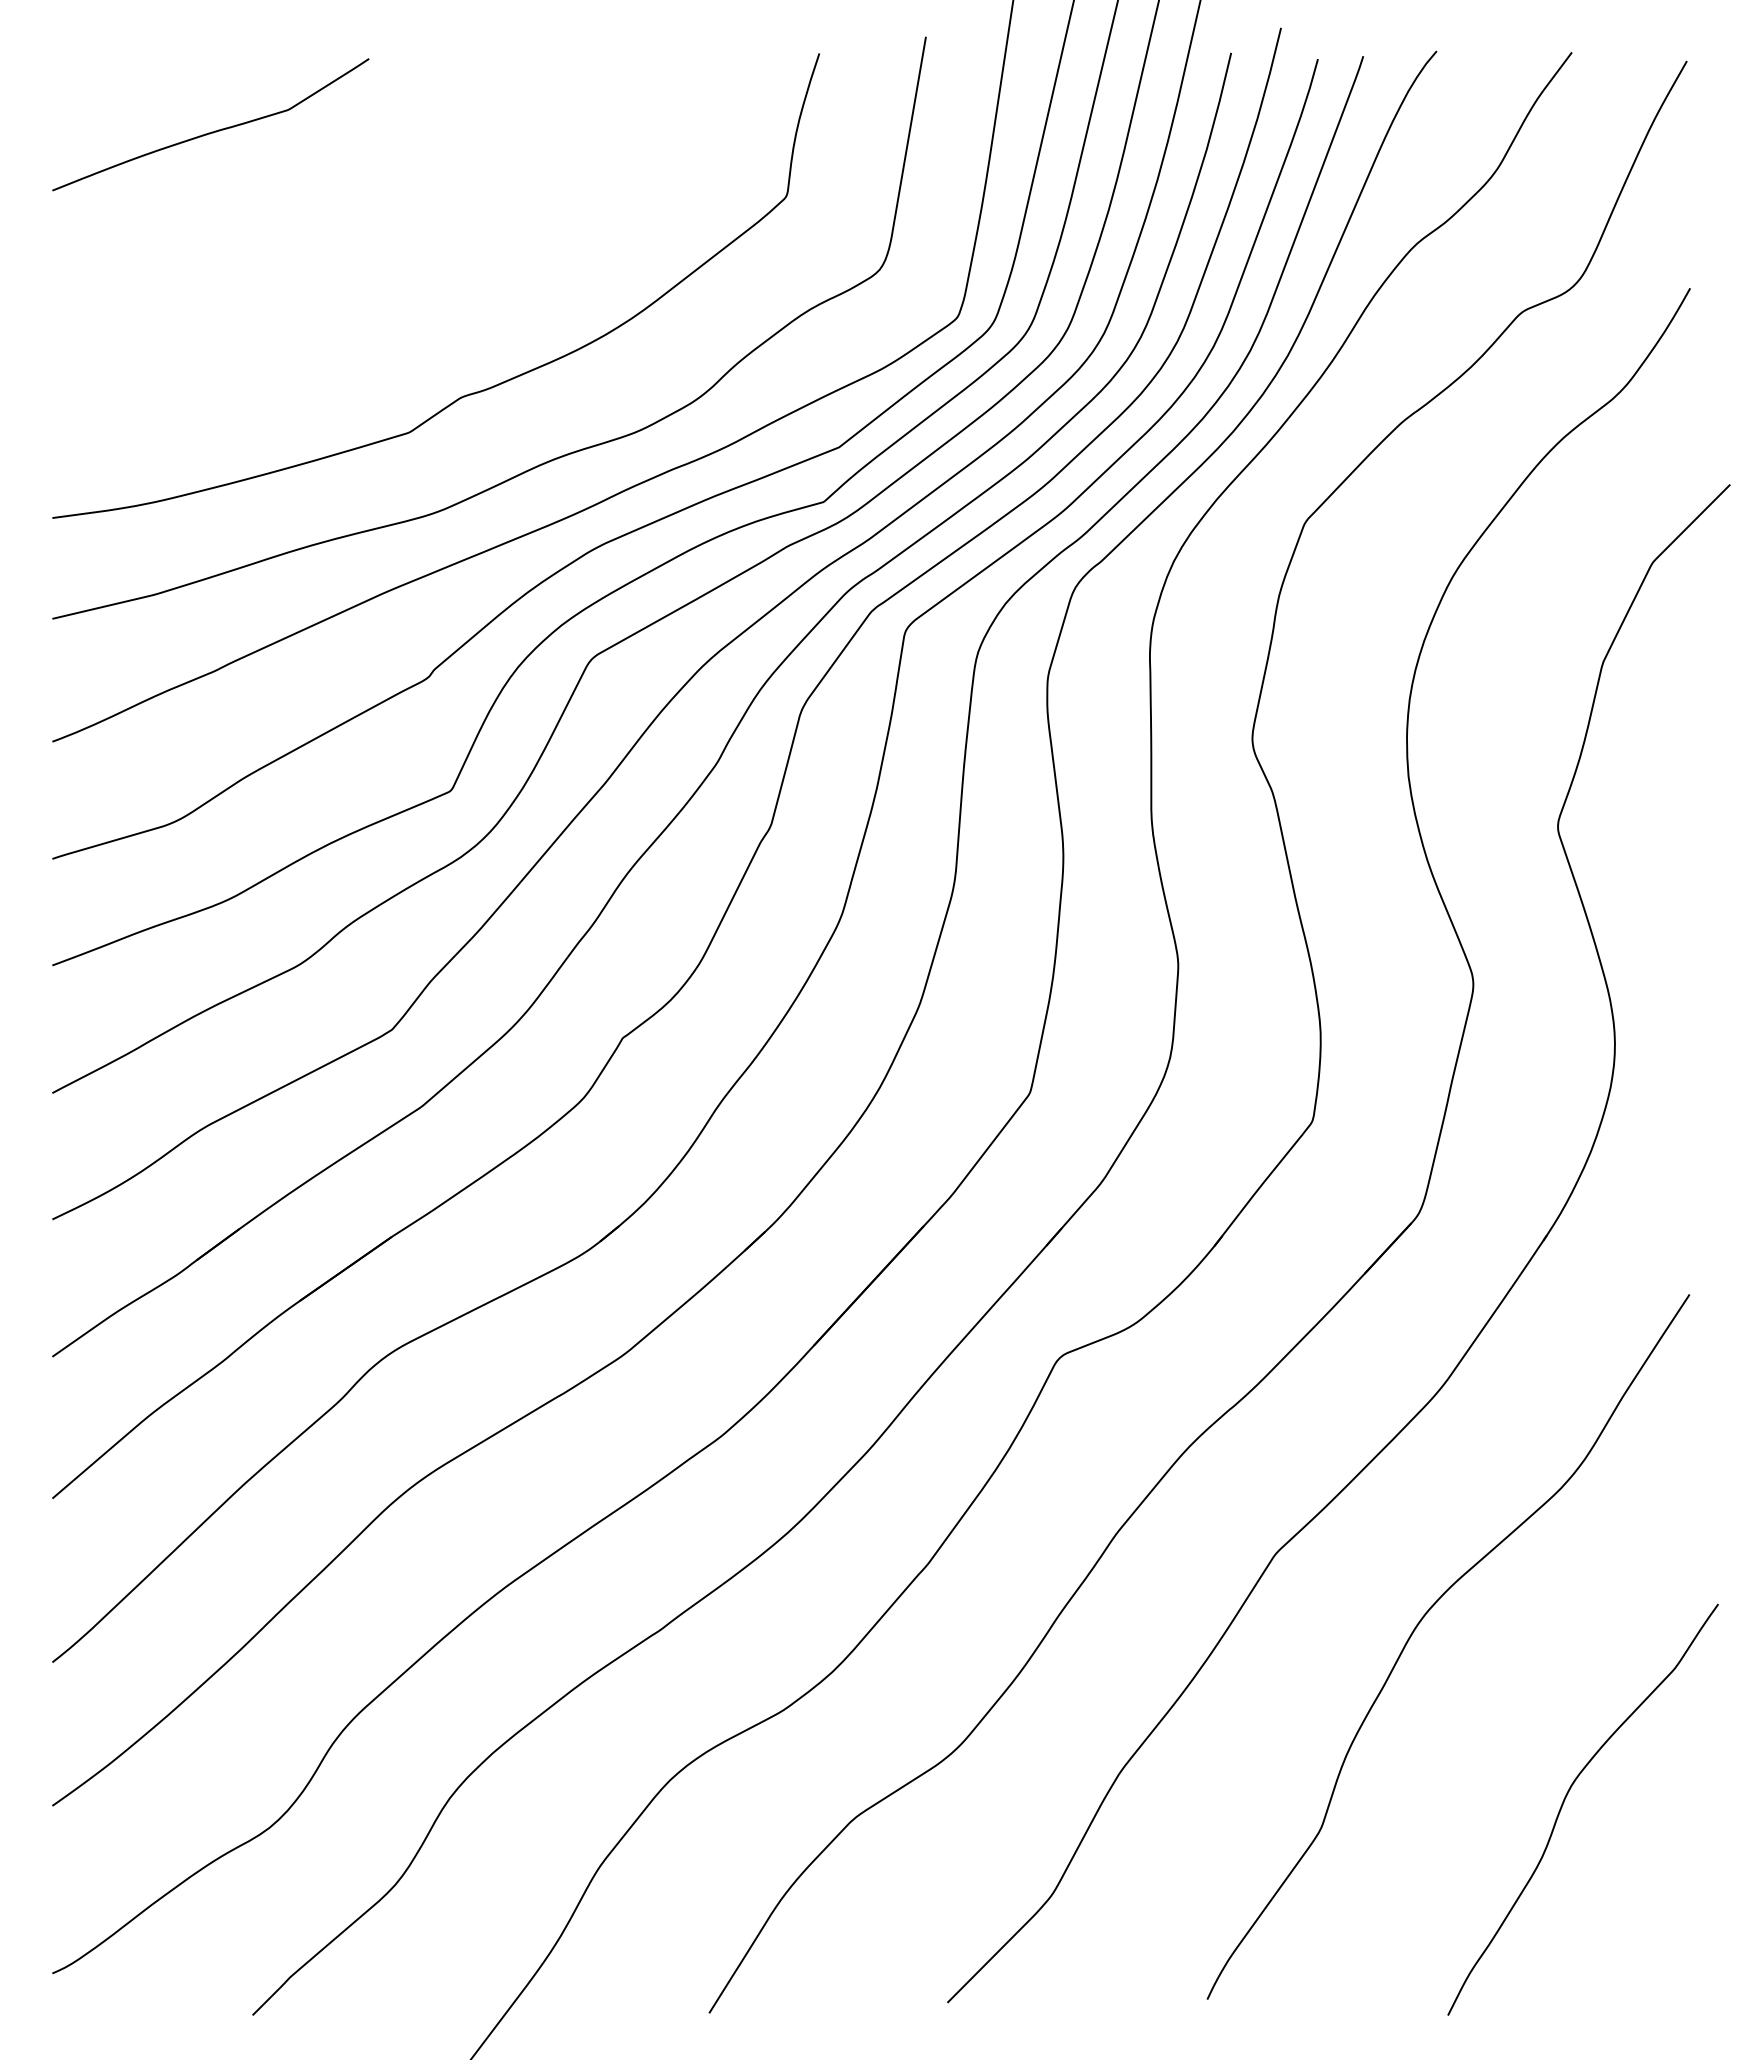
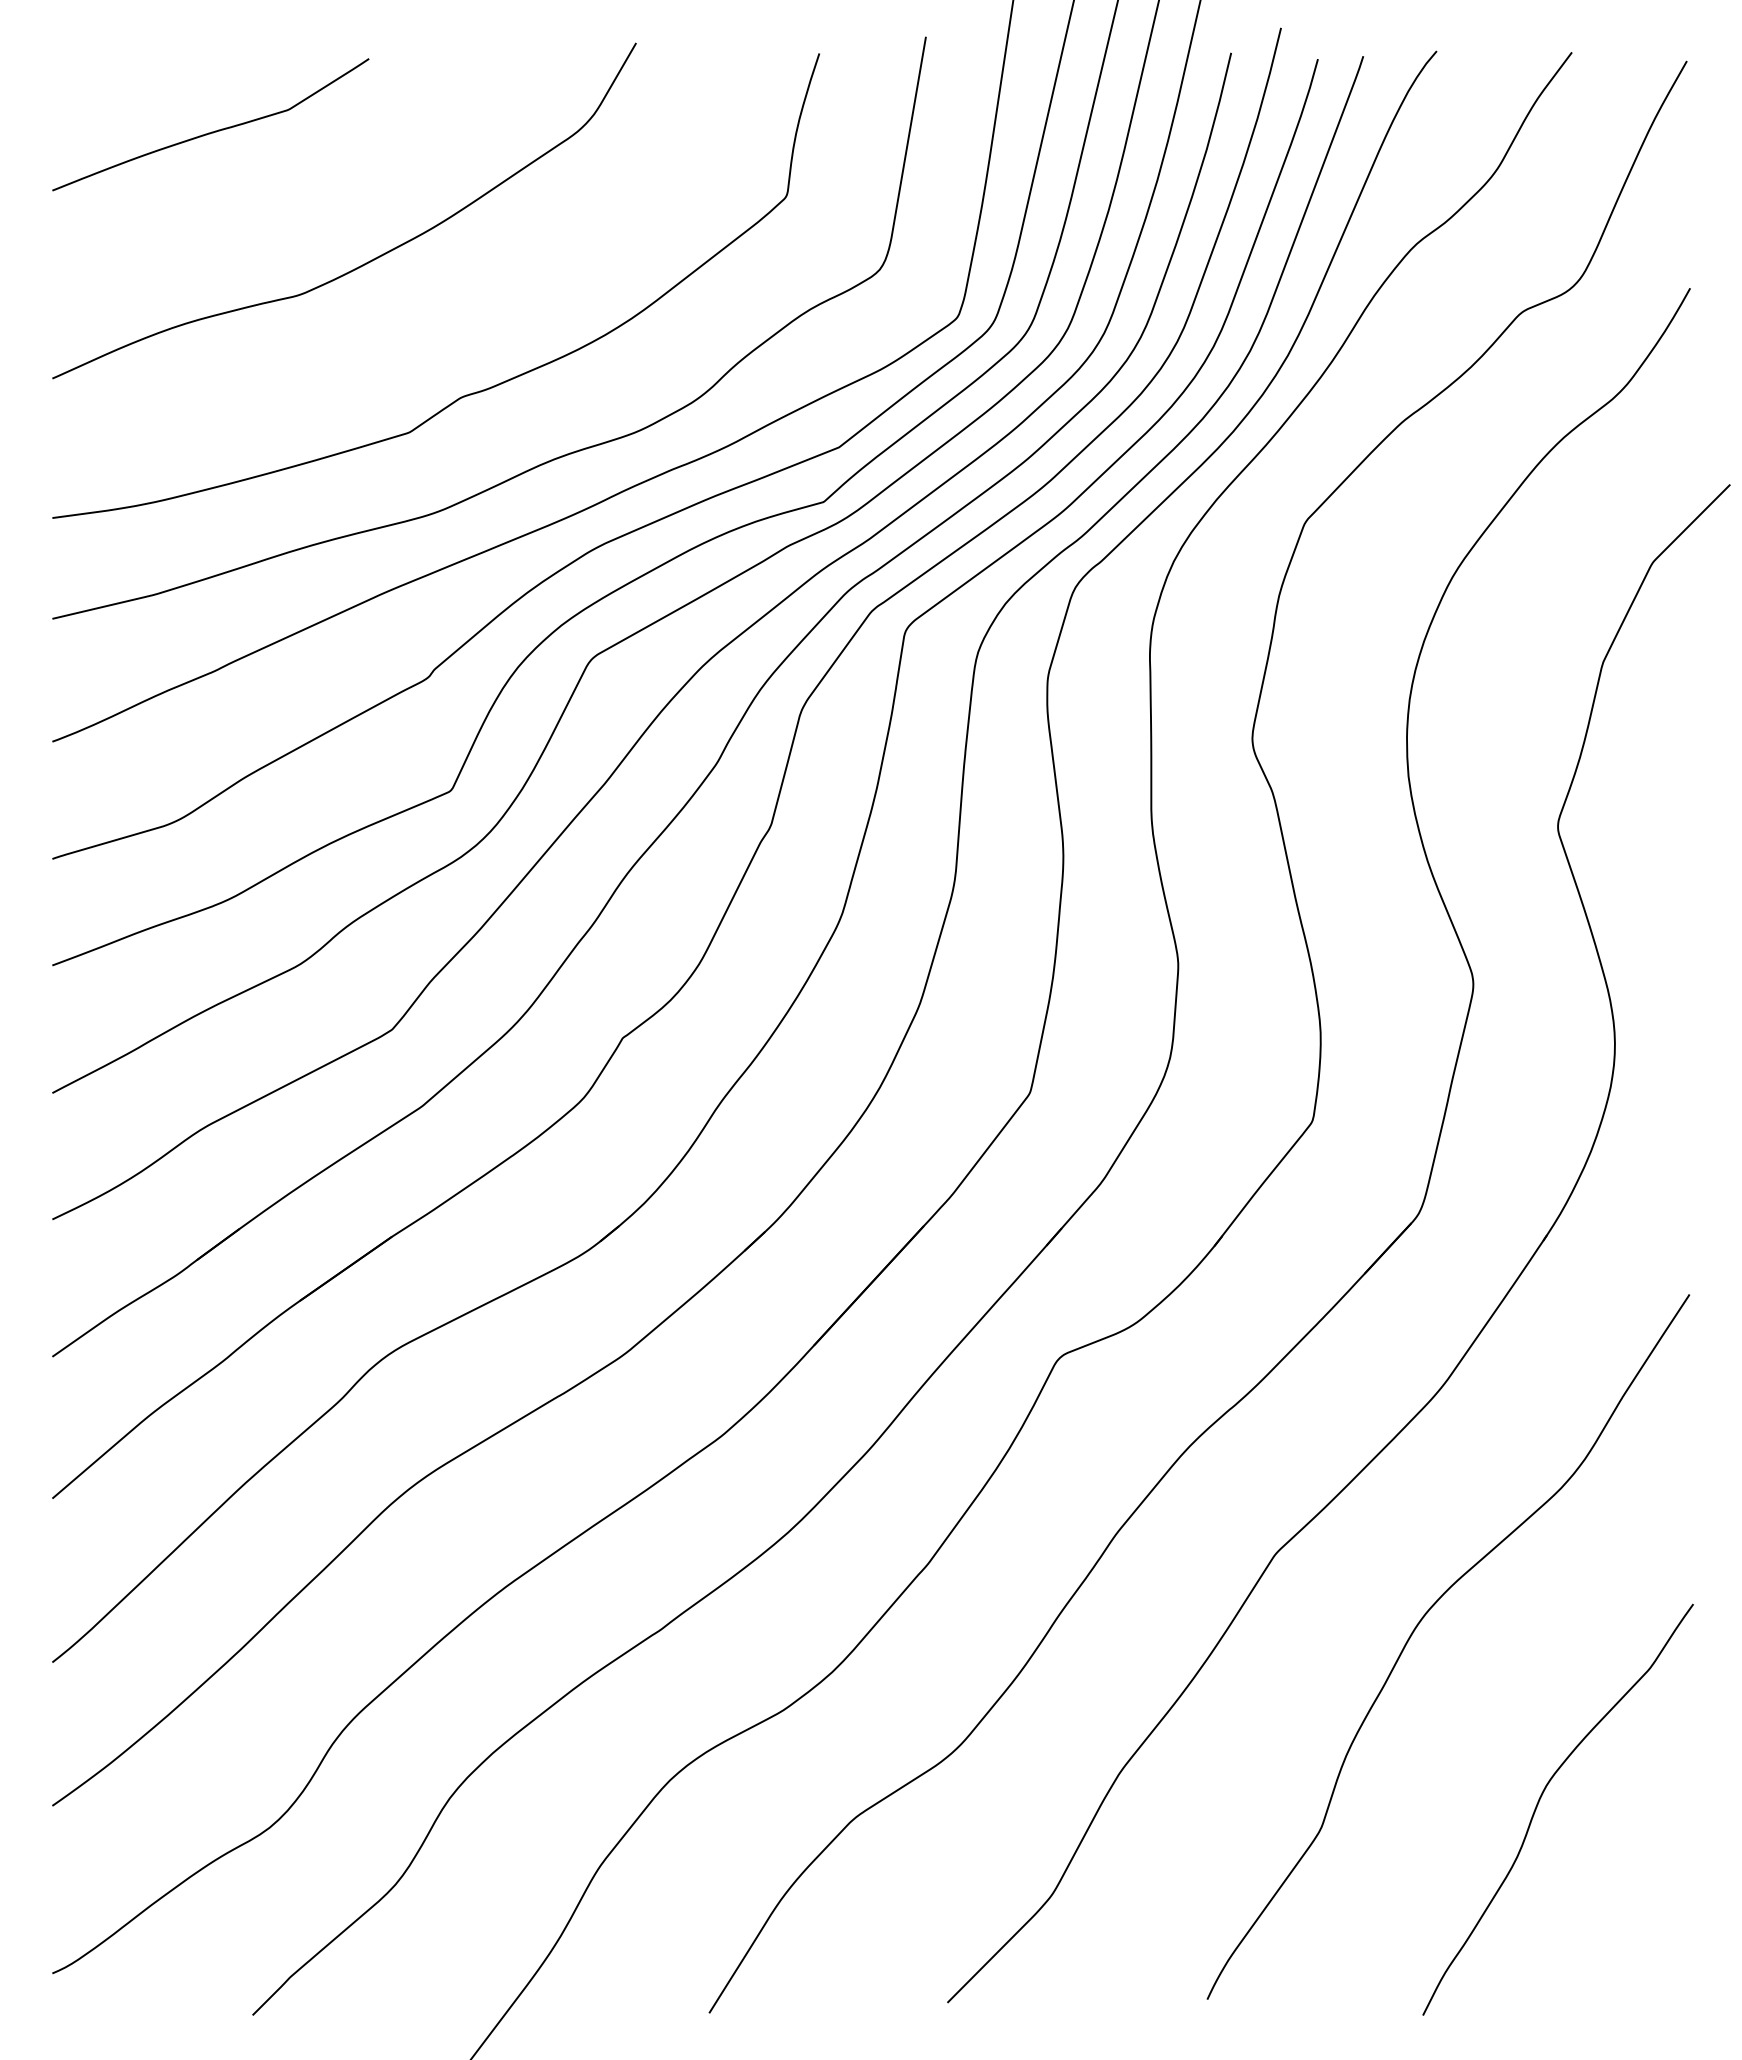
curve at (369, 260): none -> present
curve at (1565, 1800) position: (1565, 1800) -> (1540, 1800)
